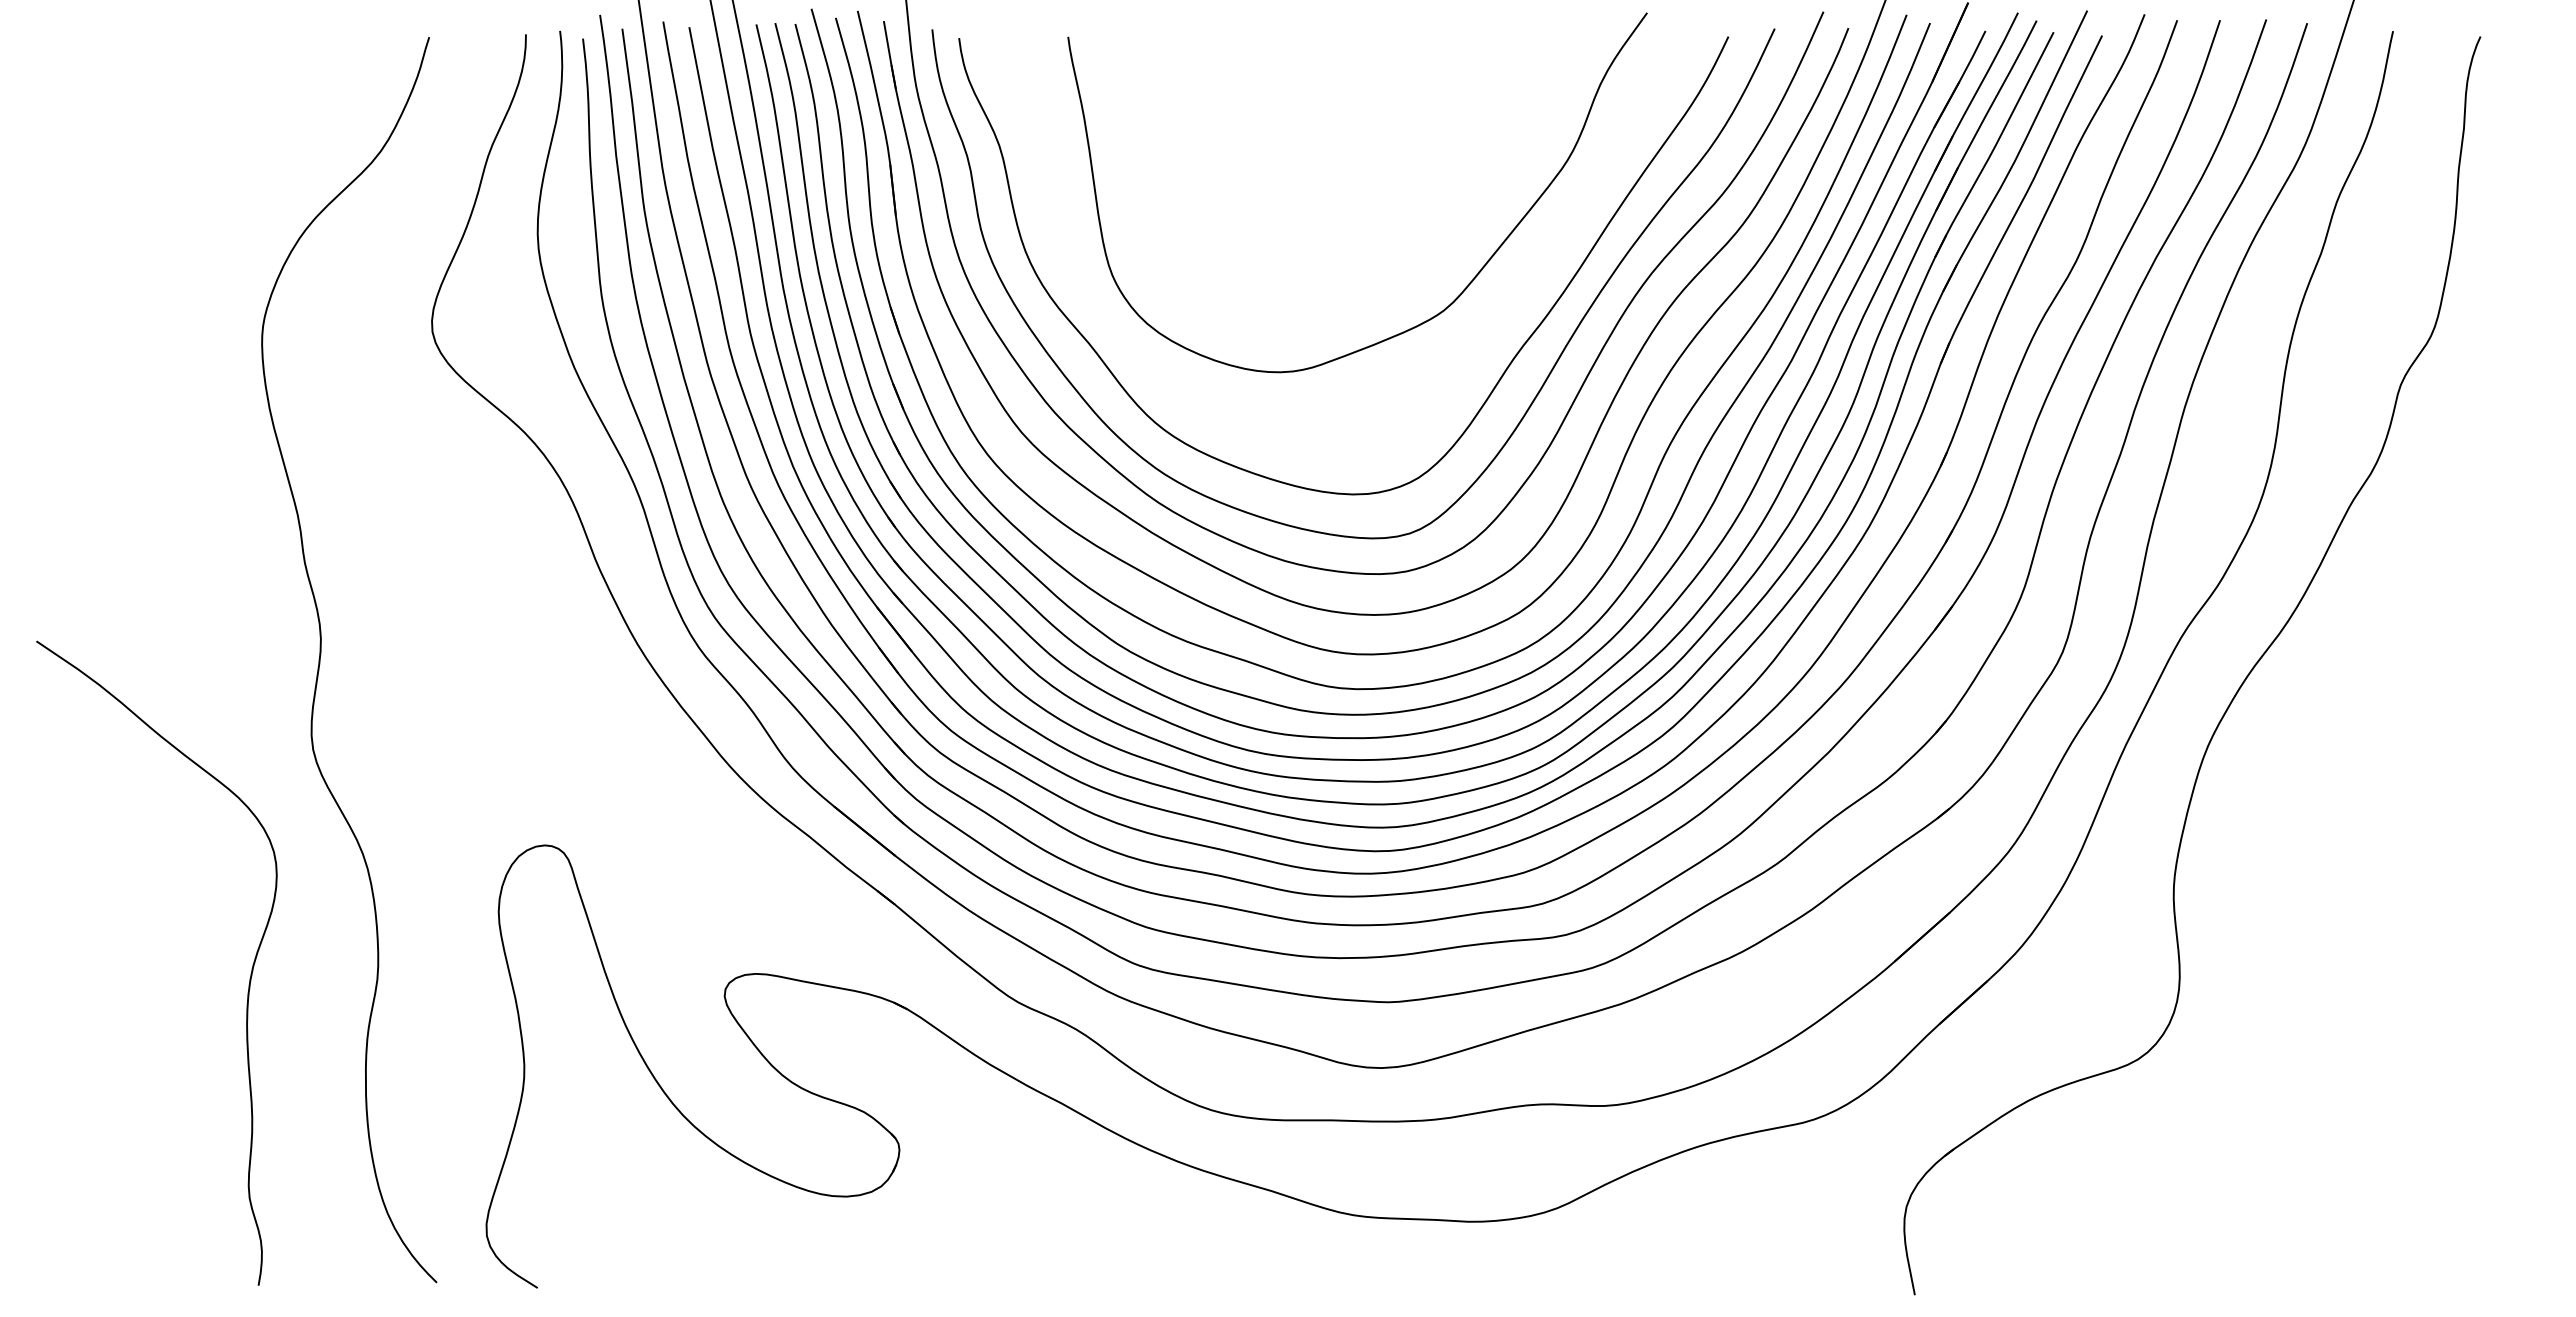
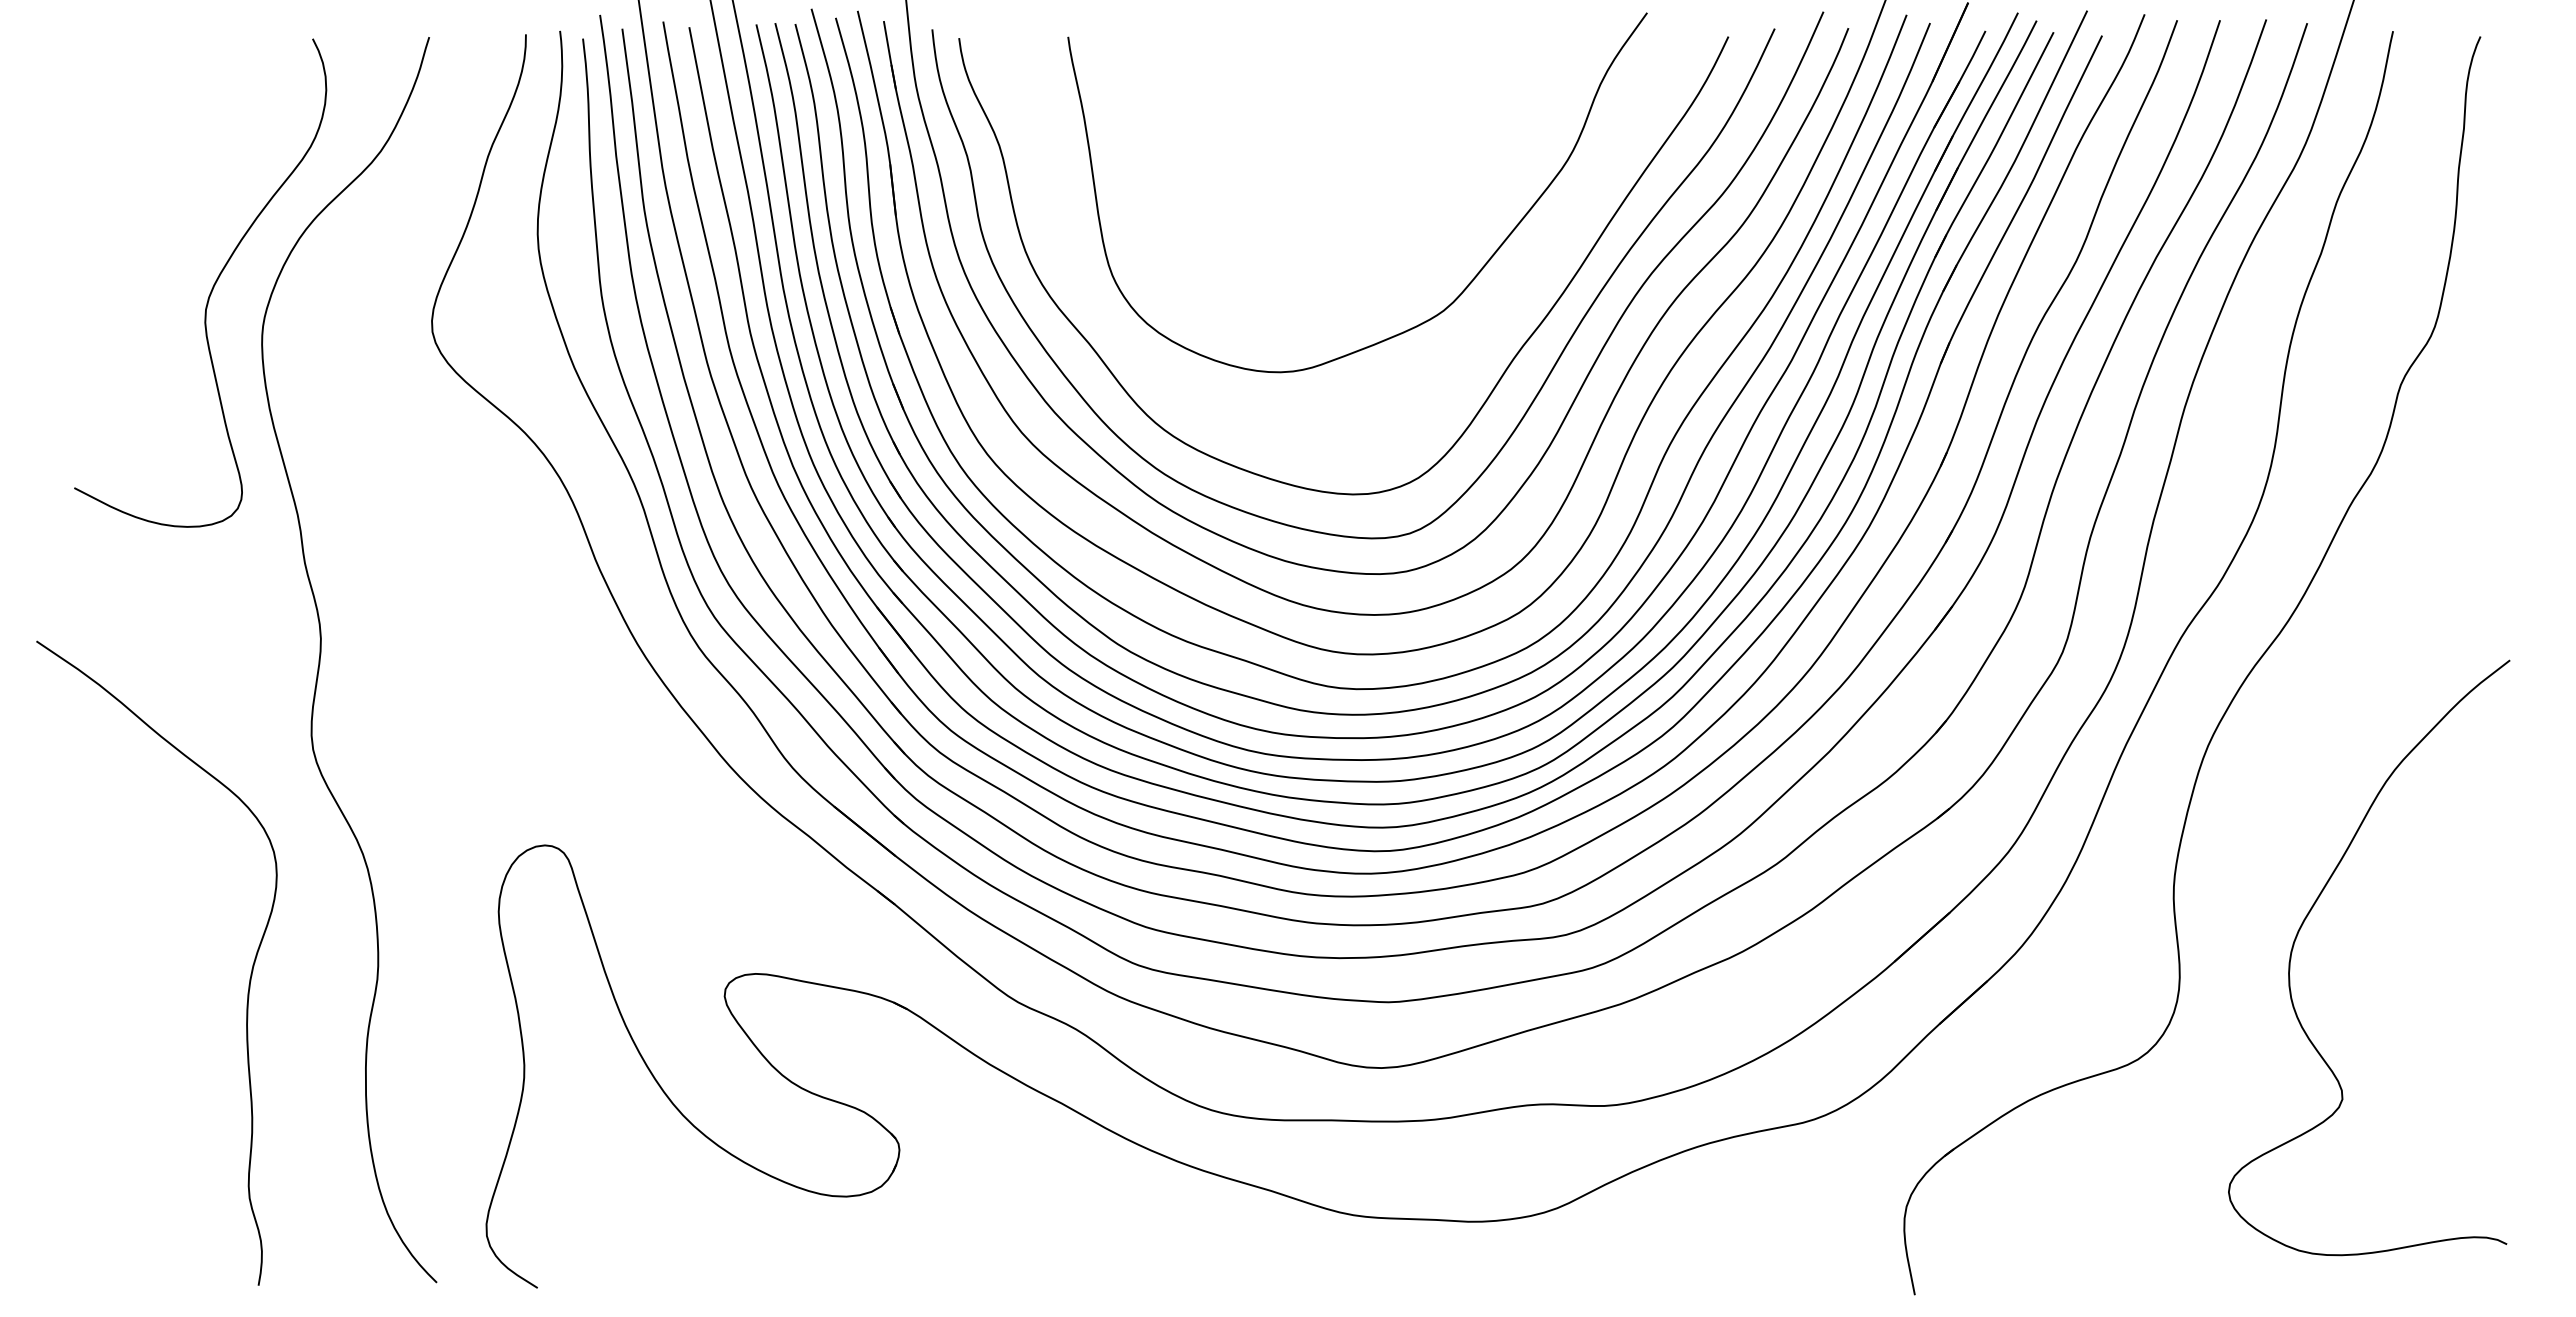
curve at (211, 288): none -> present
curve at (2307, 917): none -> present
